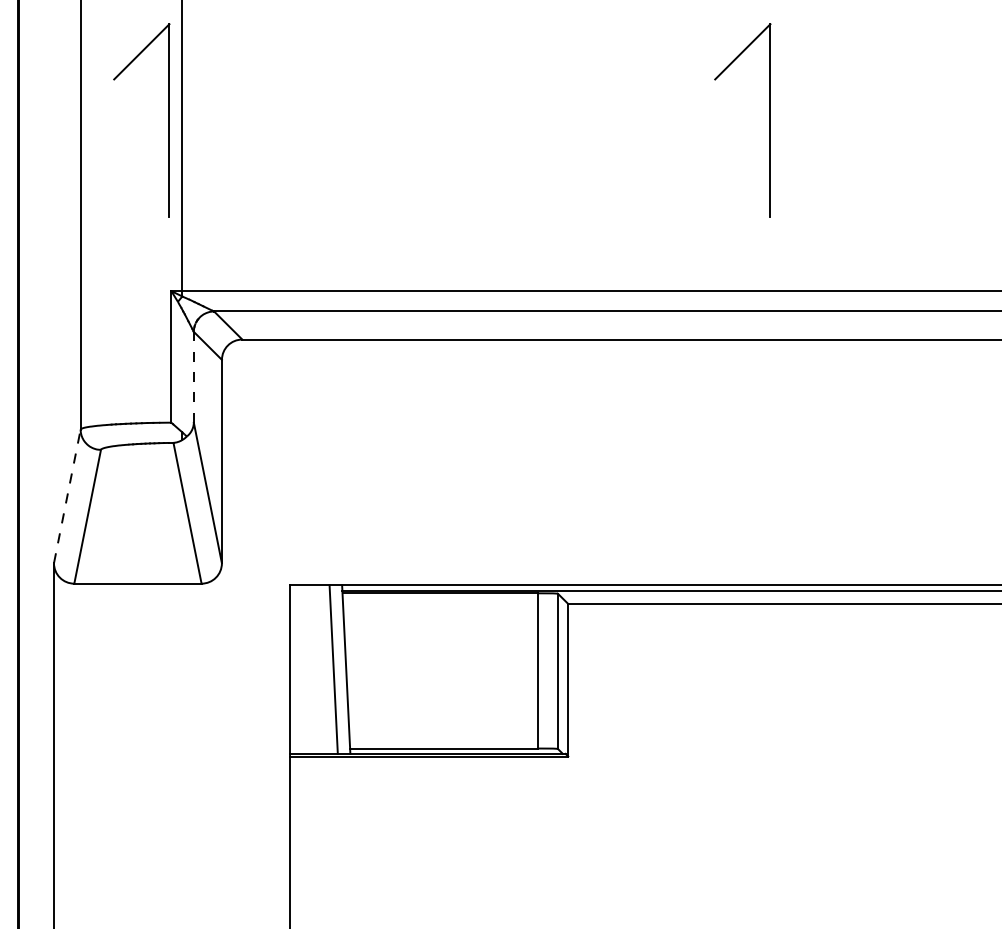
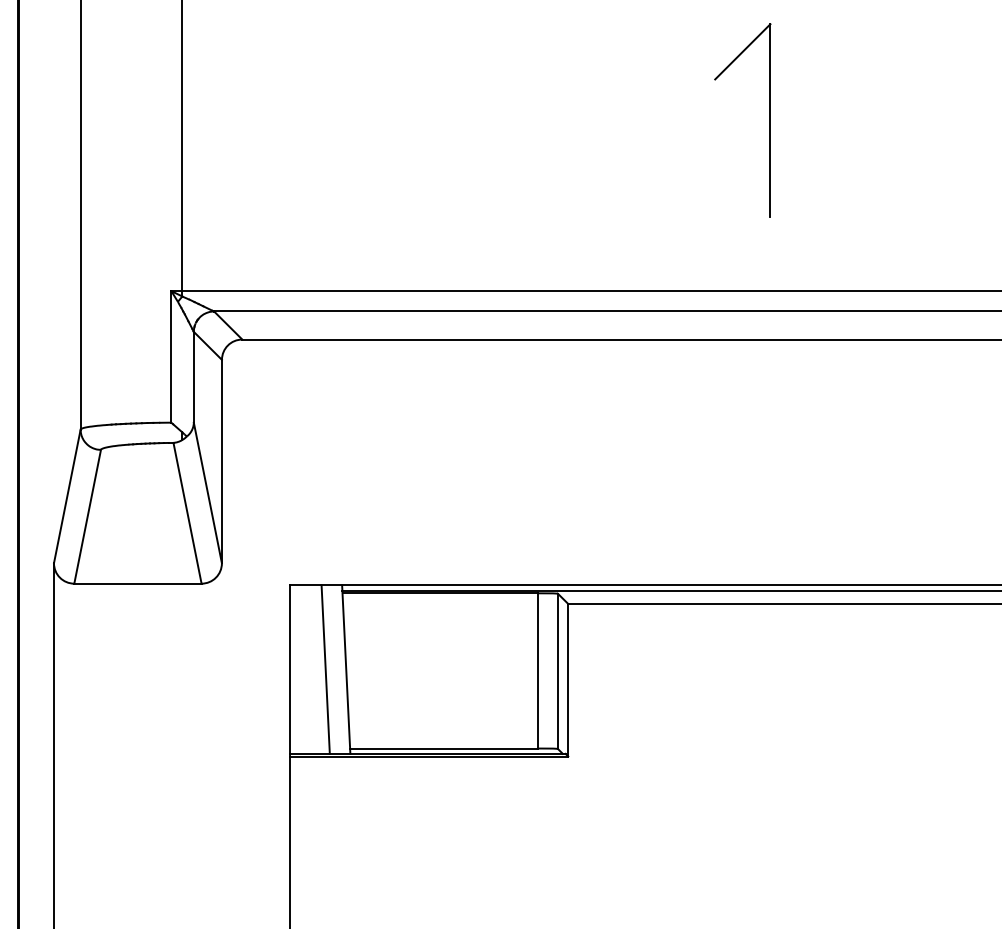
part at (168, 120): present -> none
line at (193, 376): dashed -> solid
line at (67, 495): dashed -> solid
line at (333, 669) position: (333, 669) -> (325, 669)
